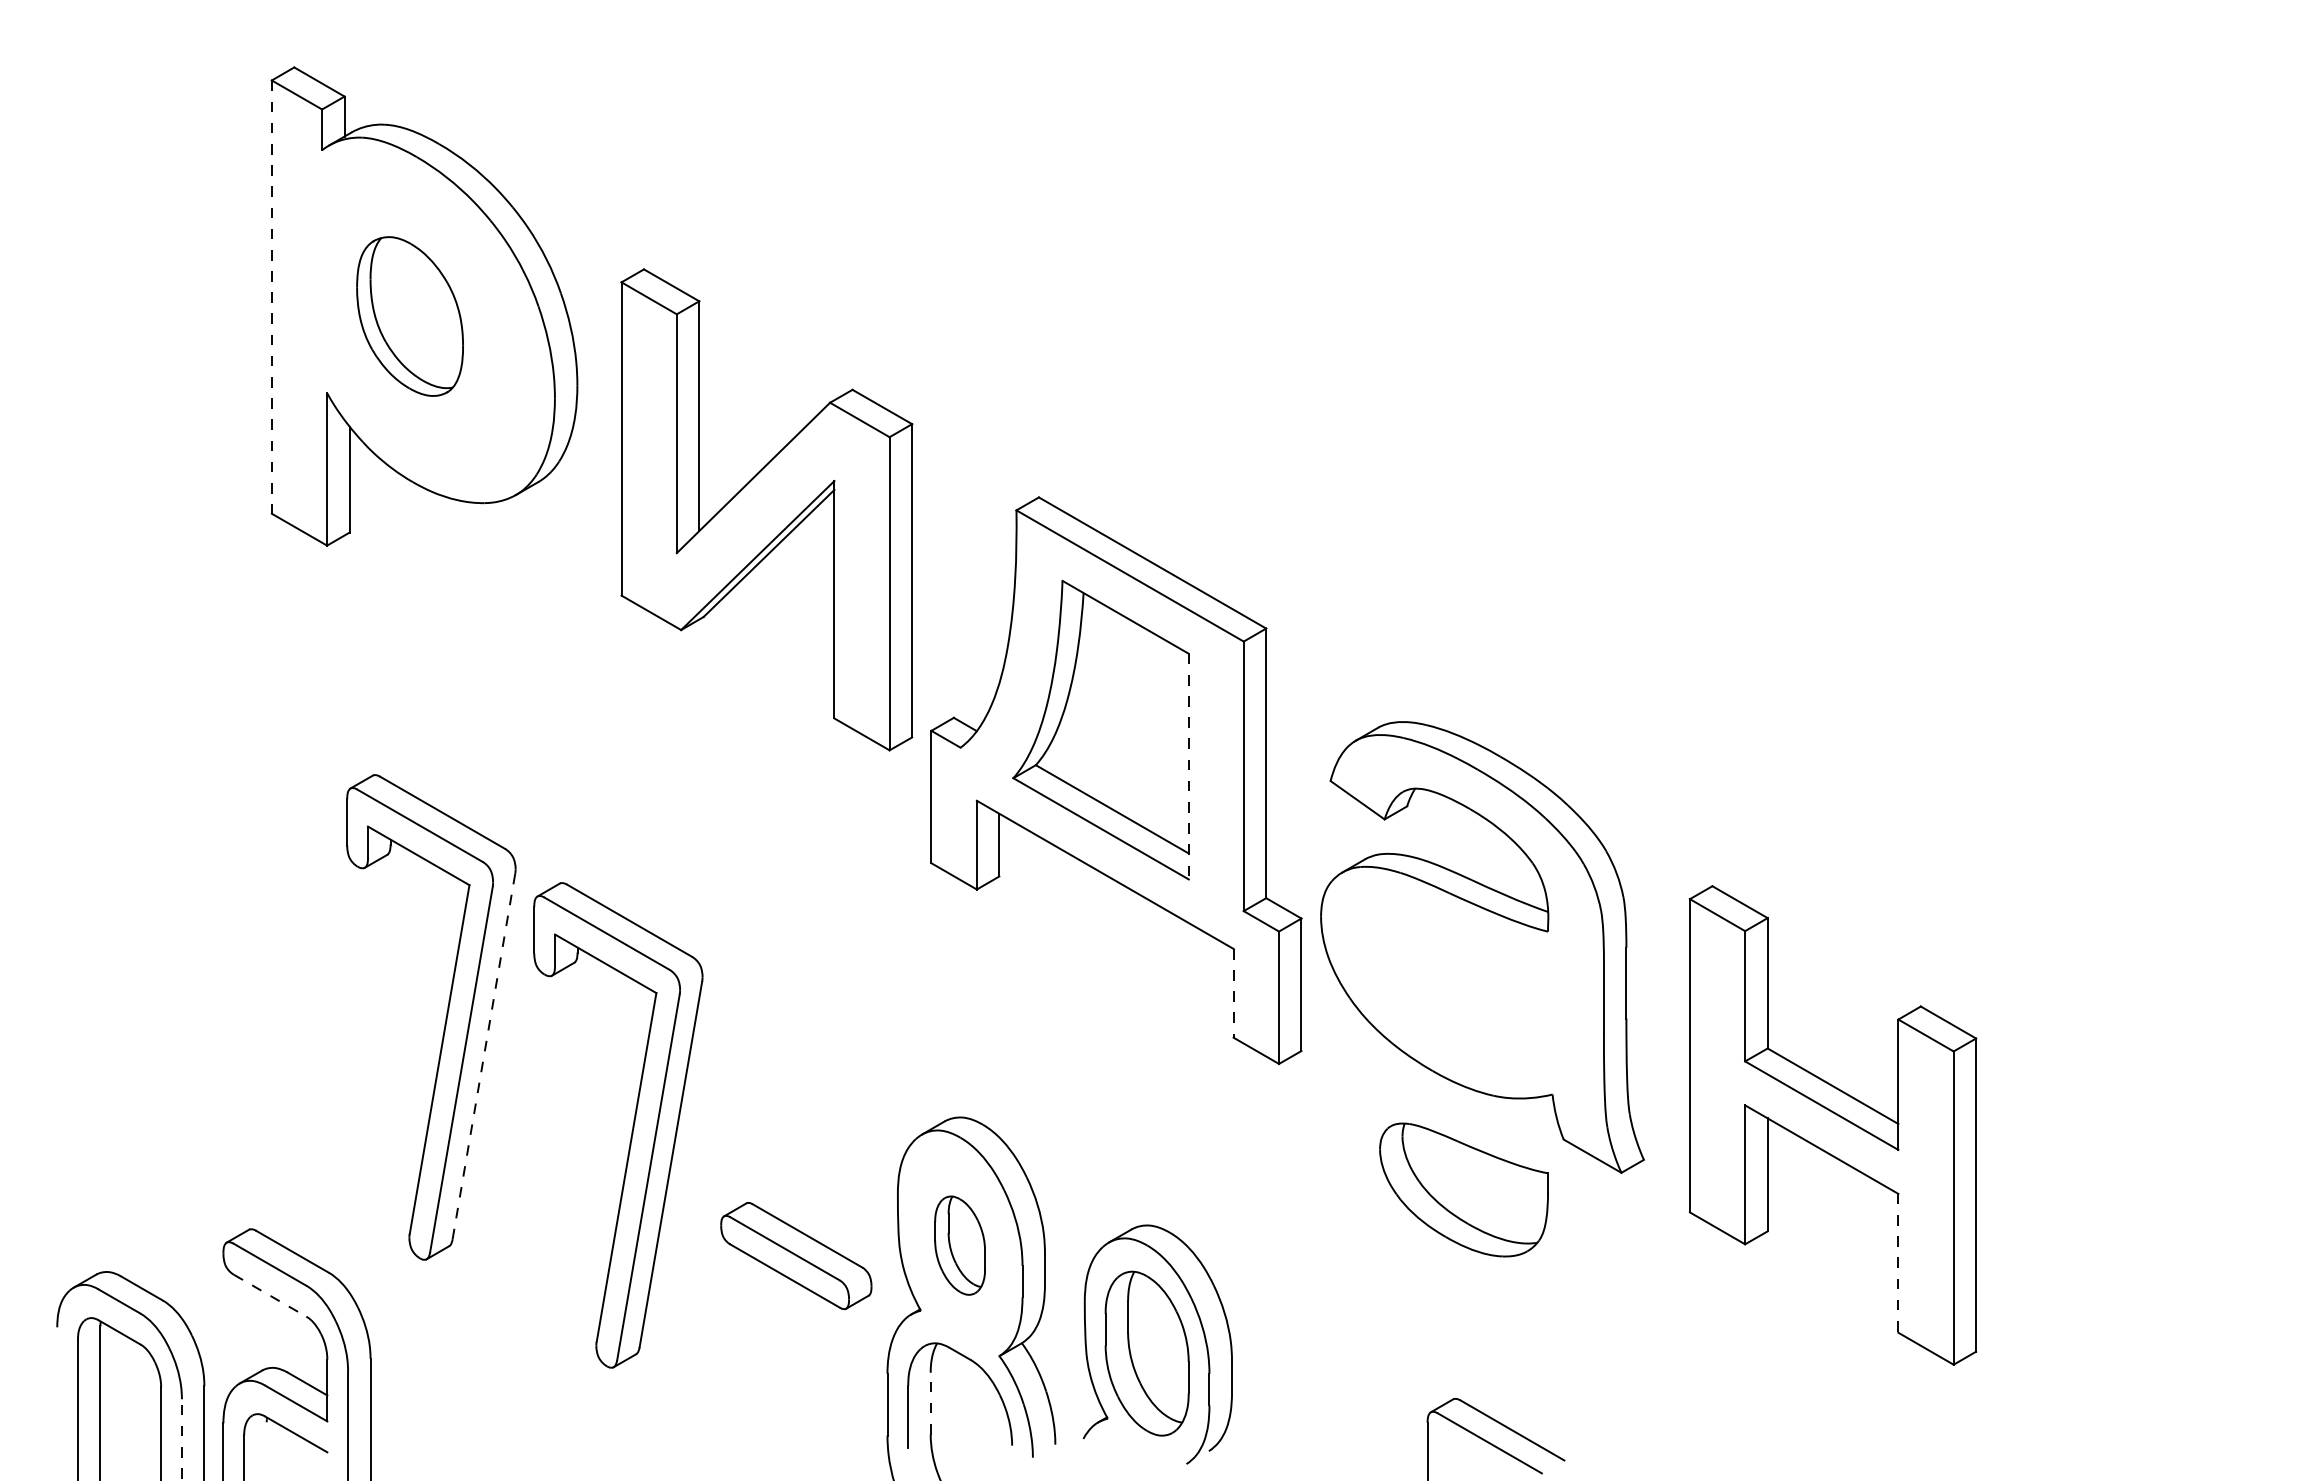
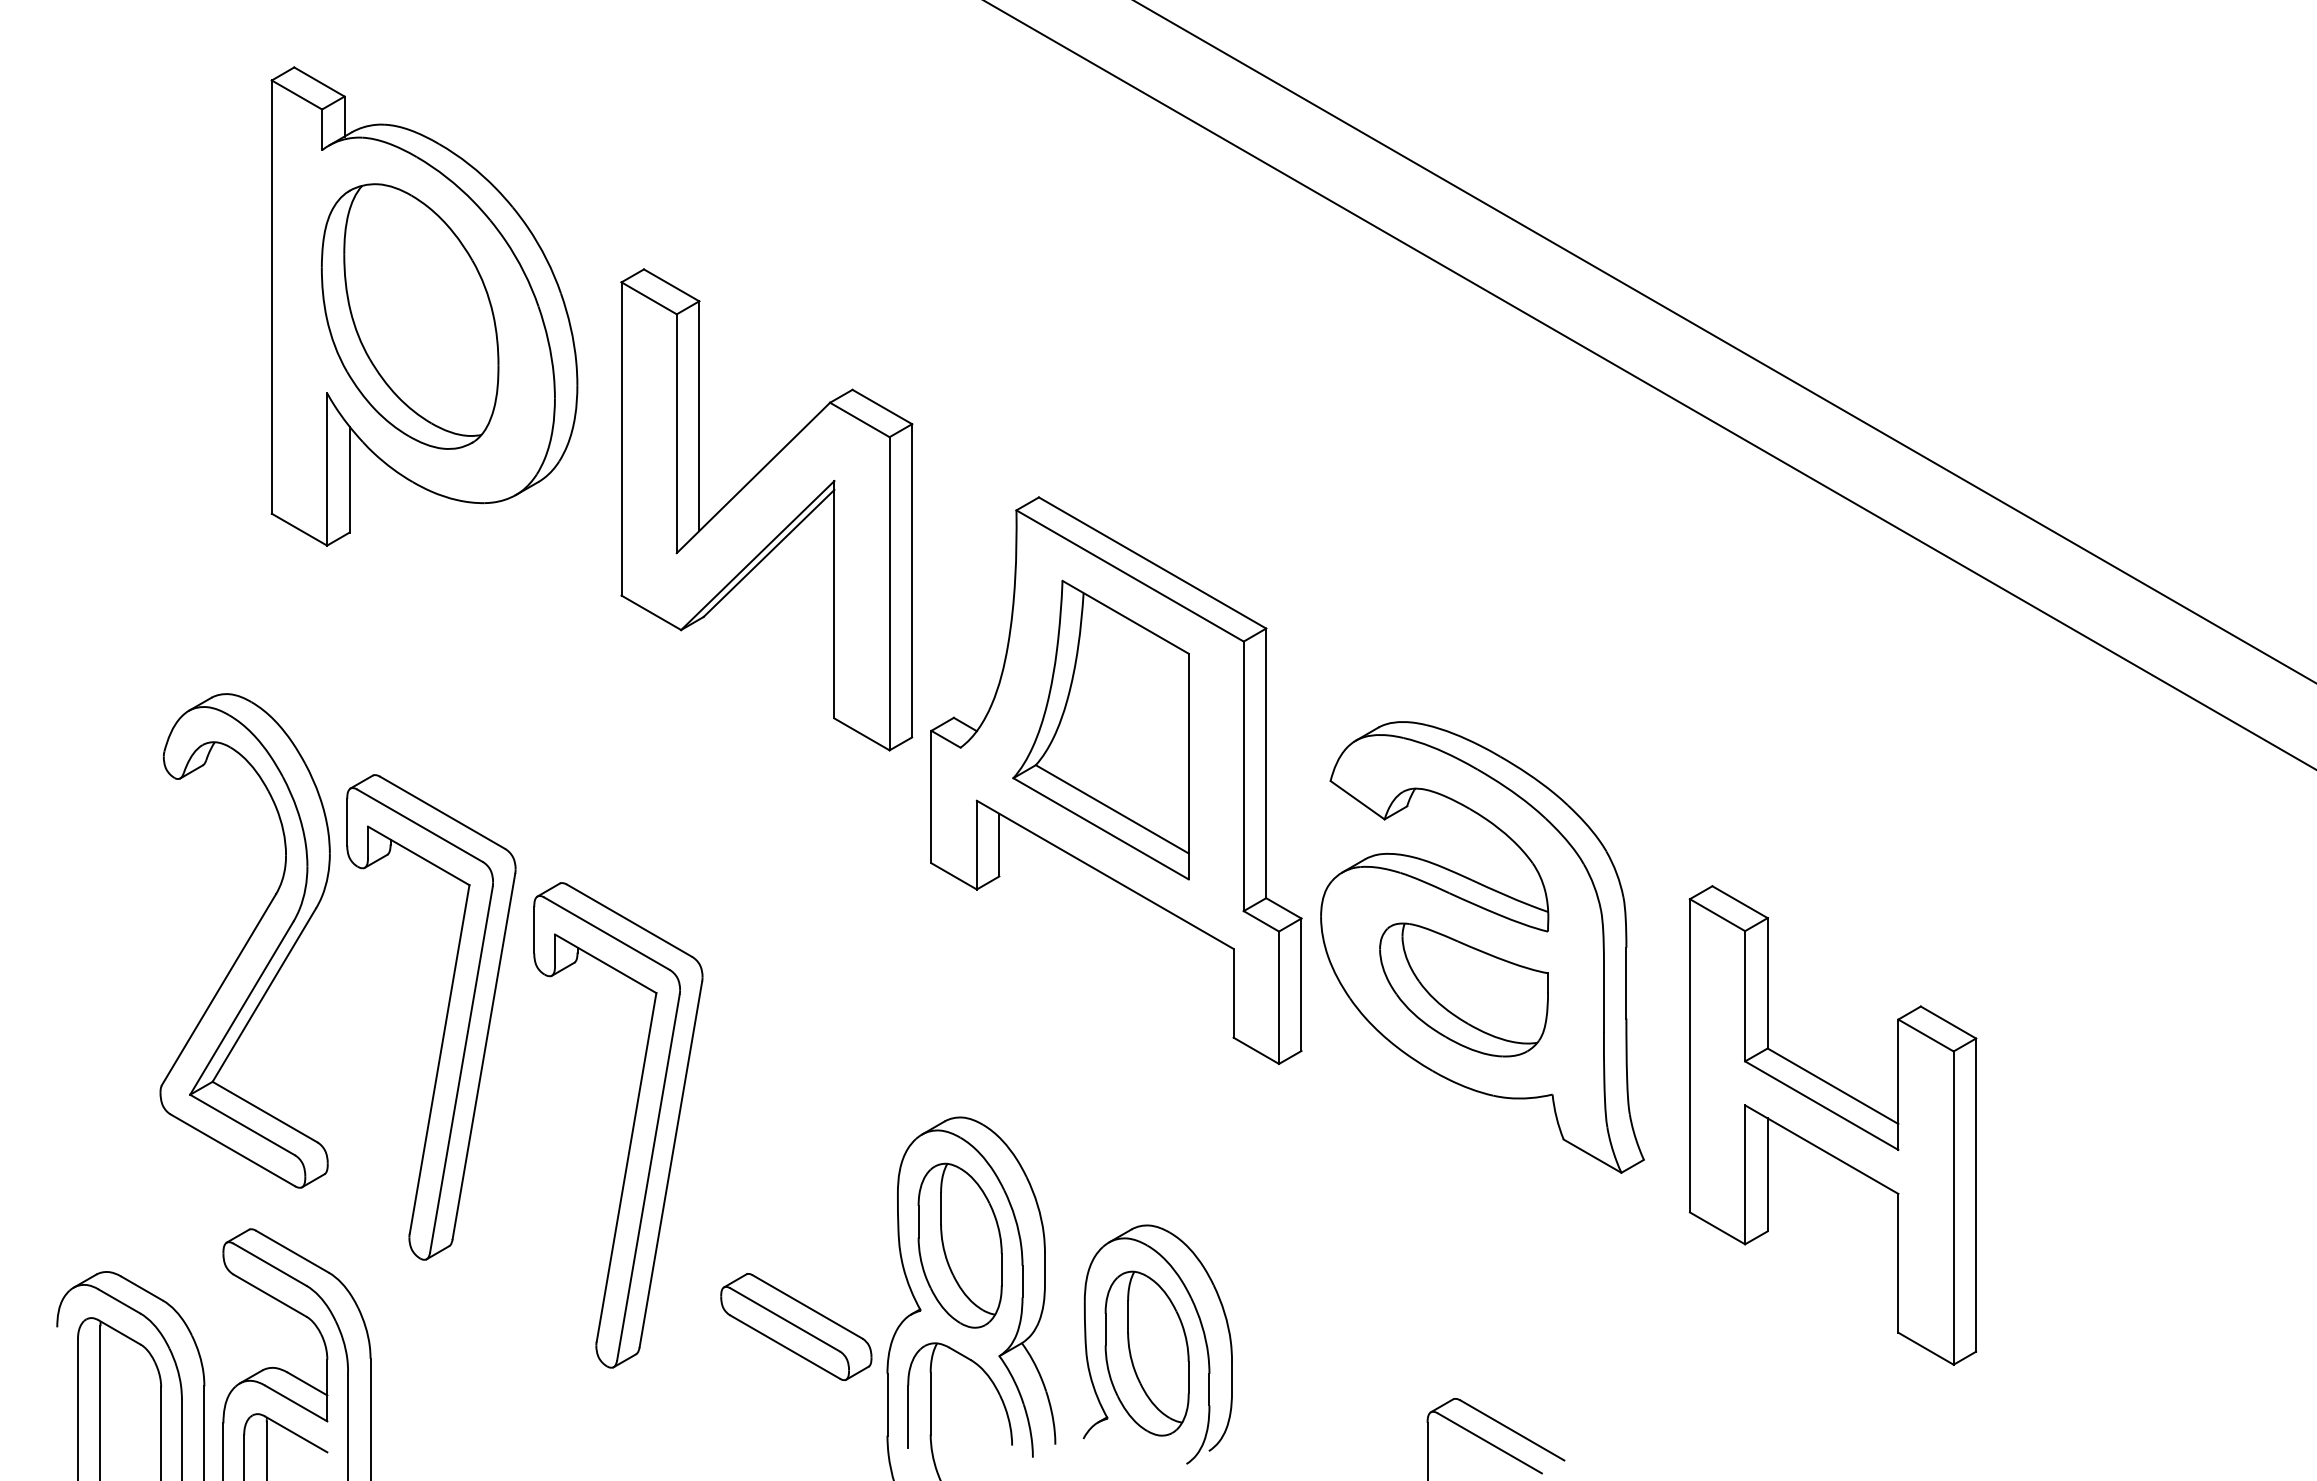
line at (271, 297): dashed -> solid
part at (409, 316) size: 108x161 px -> 180x267 px
line at (1724, 341): none -> present
line at (1649, 385): none -> present
line at (1188, 766): dashed -> solid
part at (244, 940): none -> present
line at (1233, 993): dashed -> solid
line at (484, 1056): dashed -> solid
part at (1463, 1189) position: (1463, 1189) -> (1463, 989)
part at (959, 1245) size: 52x101 px -> 86x167 px
part at (796, 1255) position: (796, 1255) -> (796, 1326)
line at (1898, 1263): dashed -> solid
line at (270, 1295): dashed -> solid
line at (930, 1403): dashed -> solid
line at (181, 1439): dashed -> solid
line at (266, 1449): none -> present
